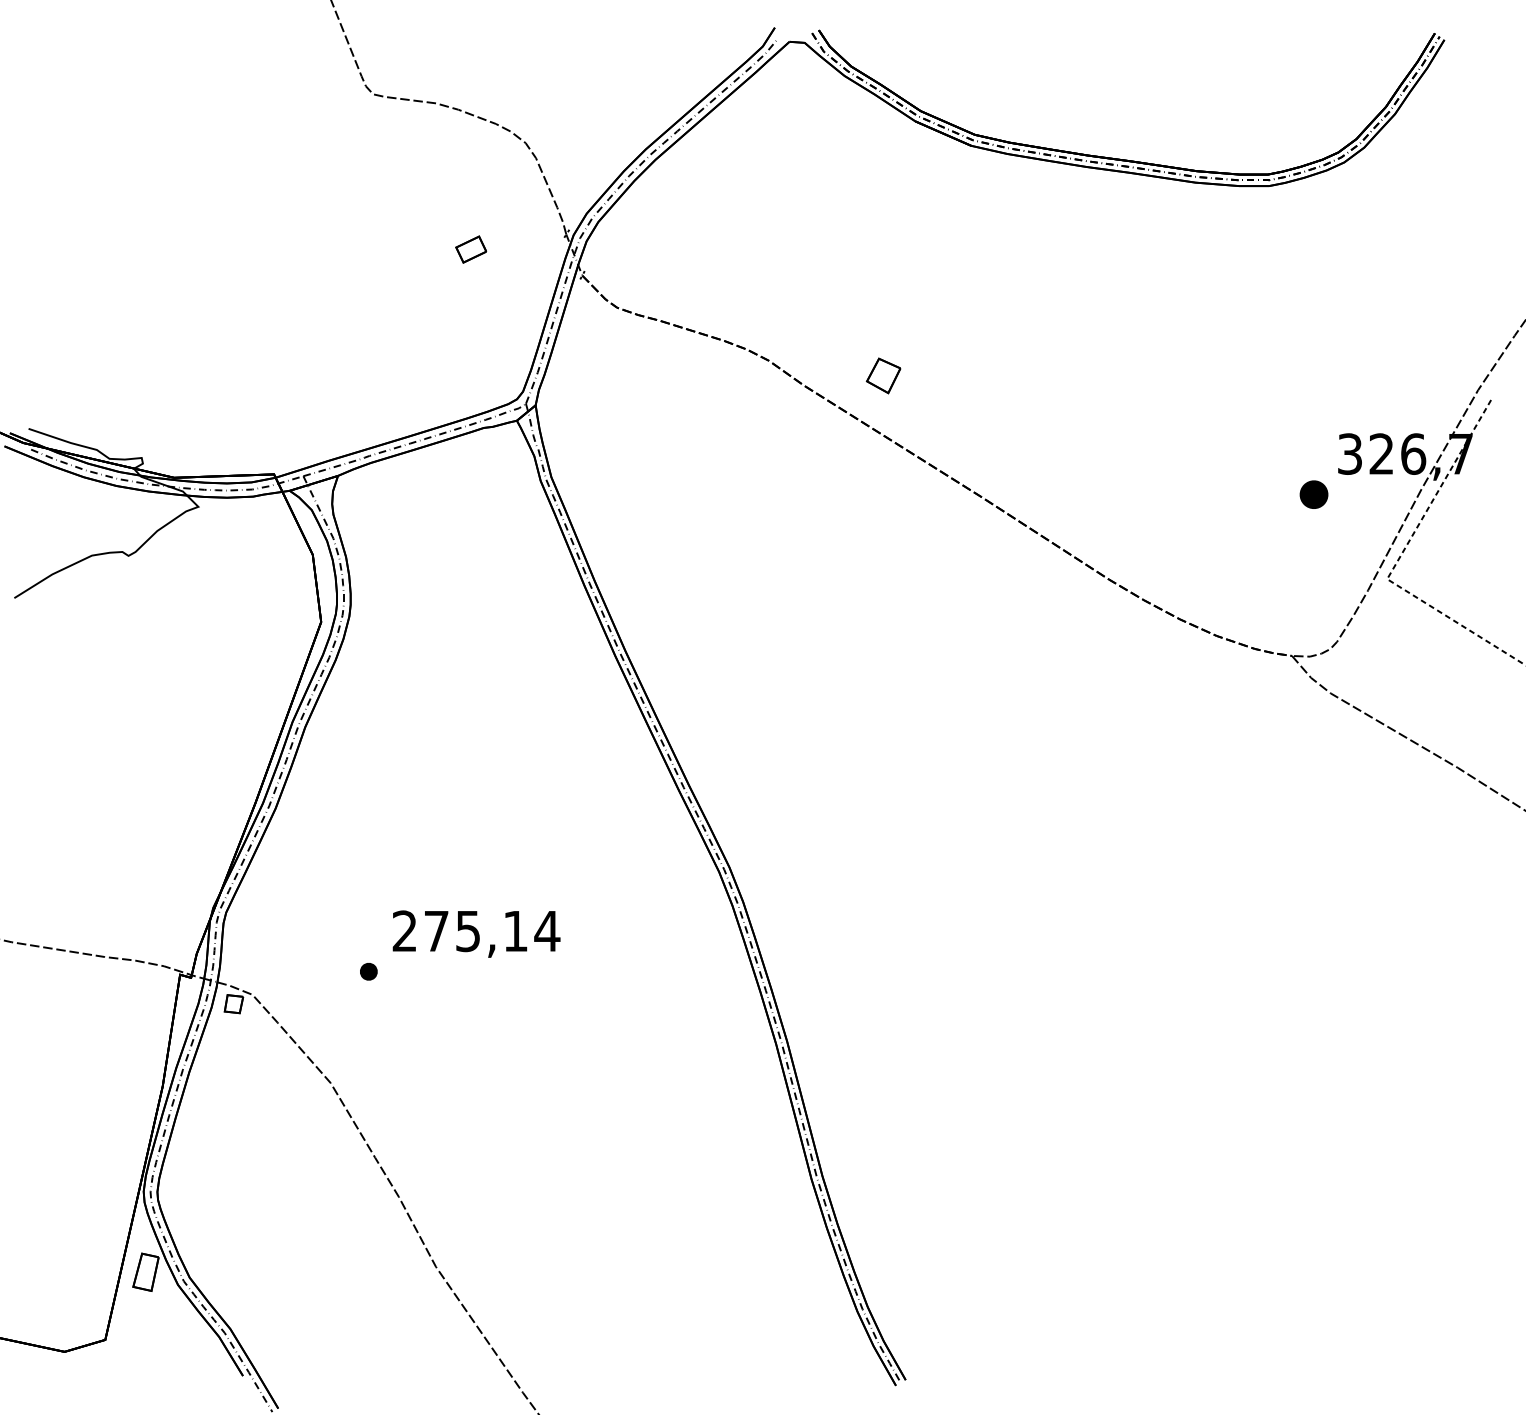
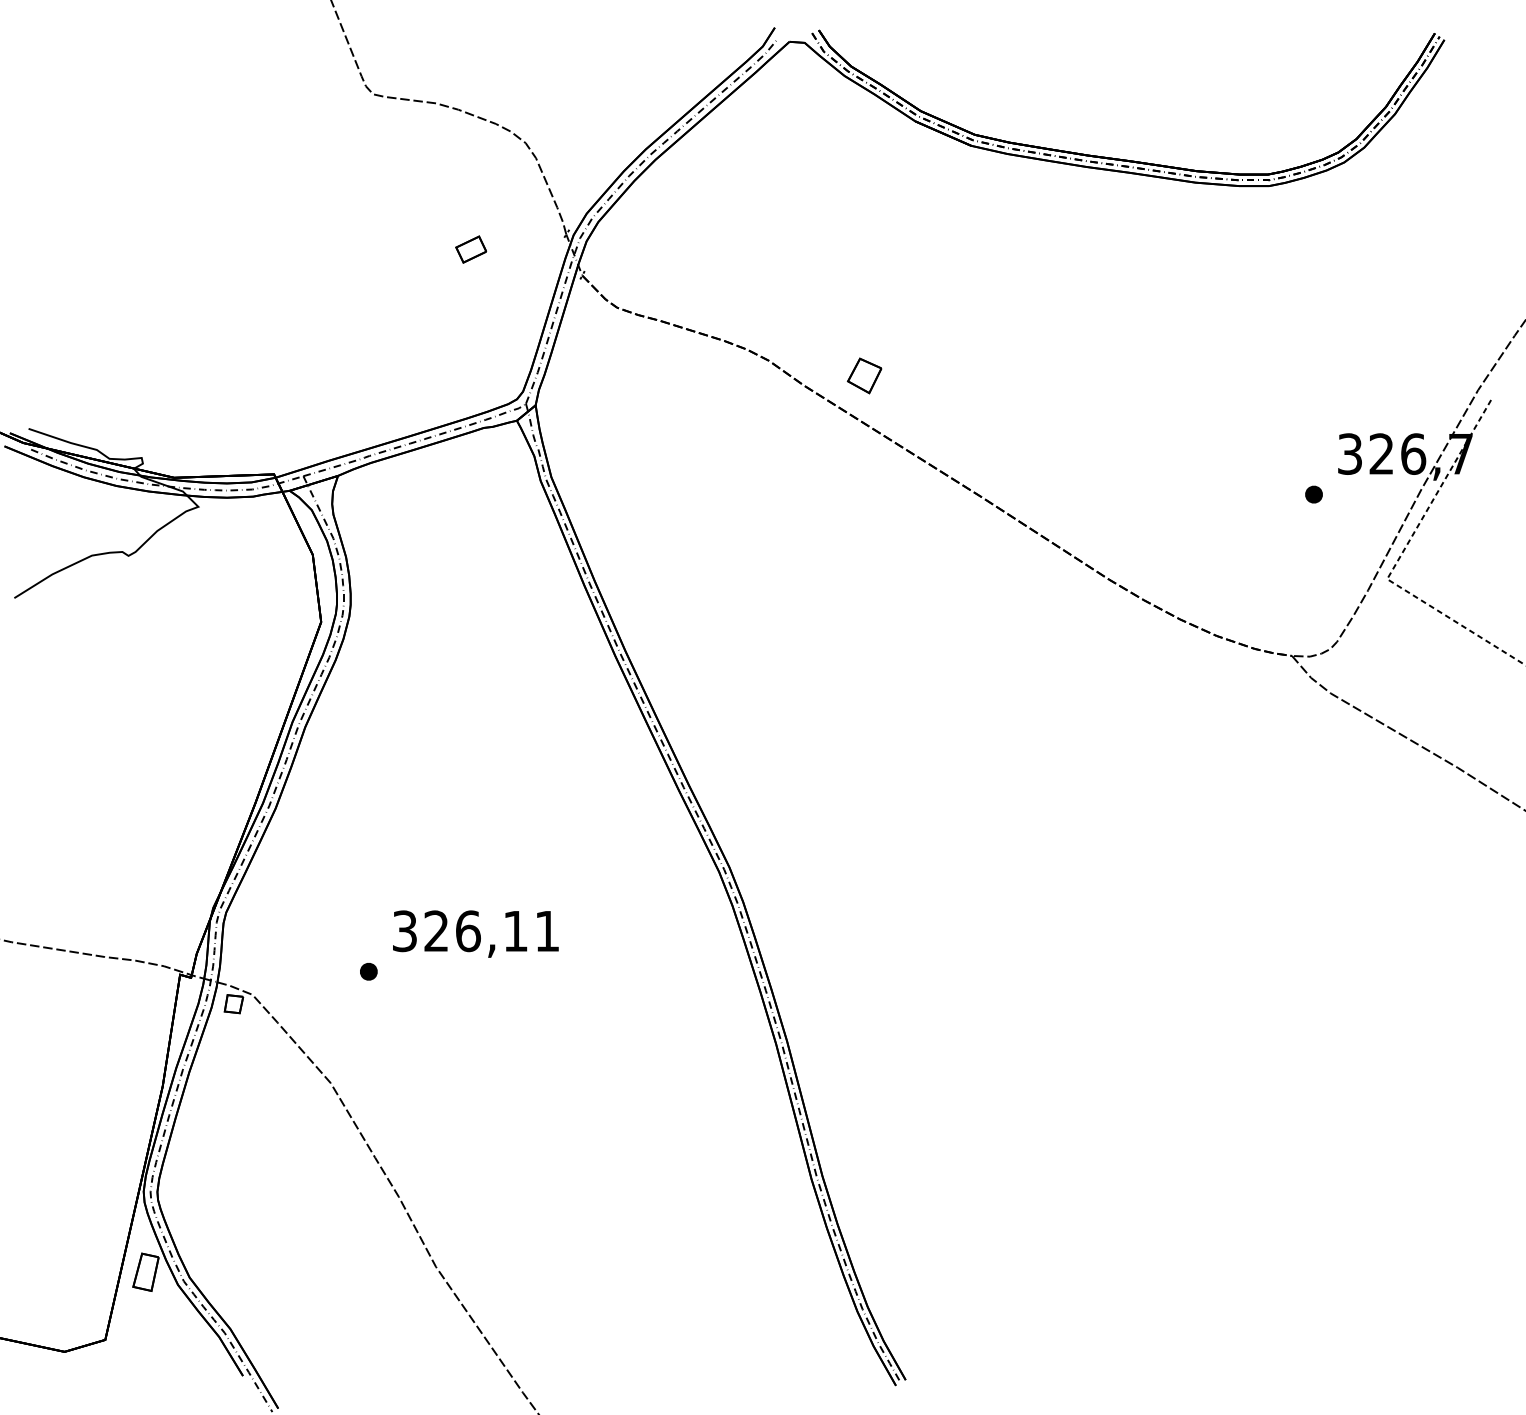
part at (883, 375) position: (883, 375) -> (864, 375)
part at (1313, 494) size: 30x29 px -> 18x19 px
text at (476, 931): 275,14 -> 326,11
